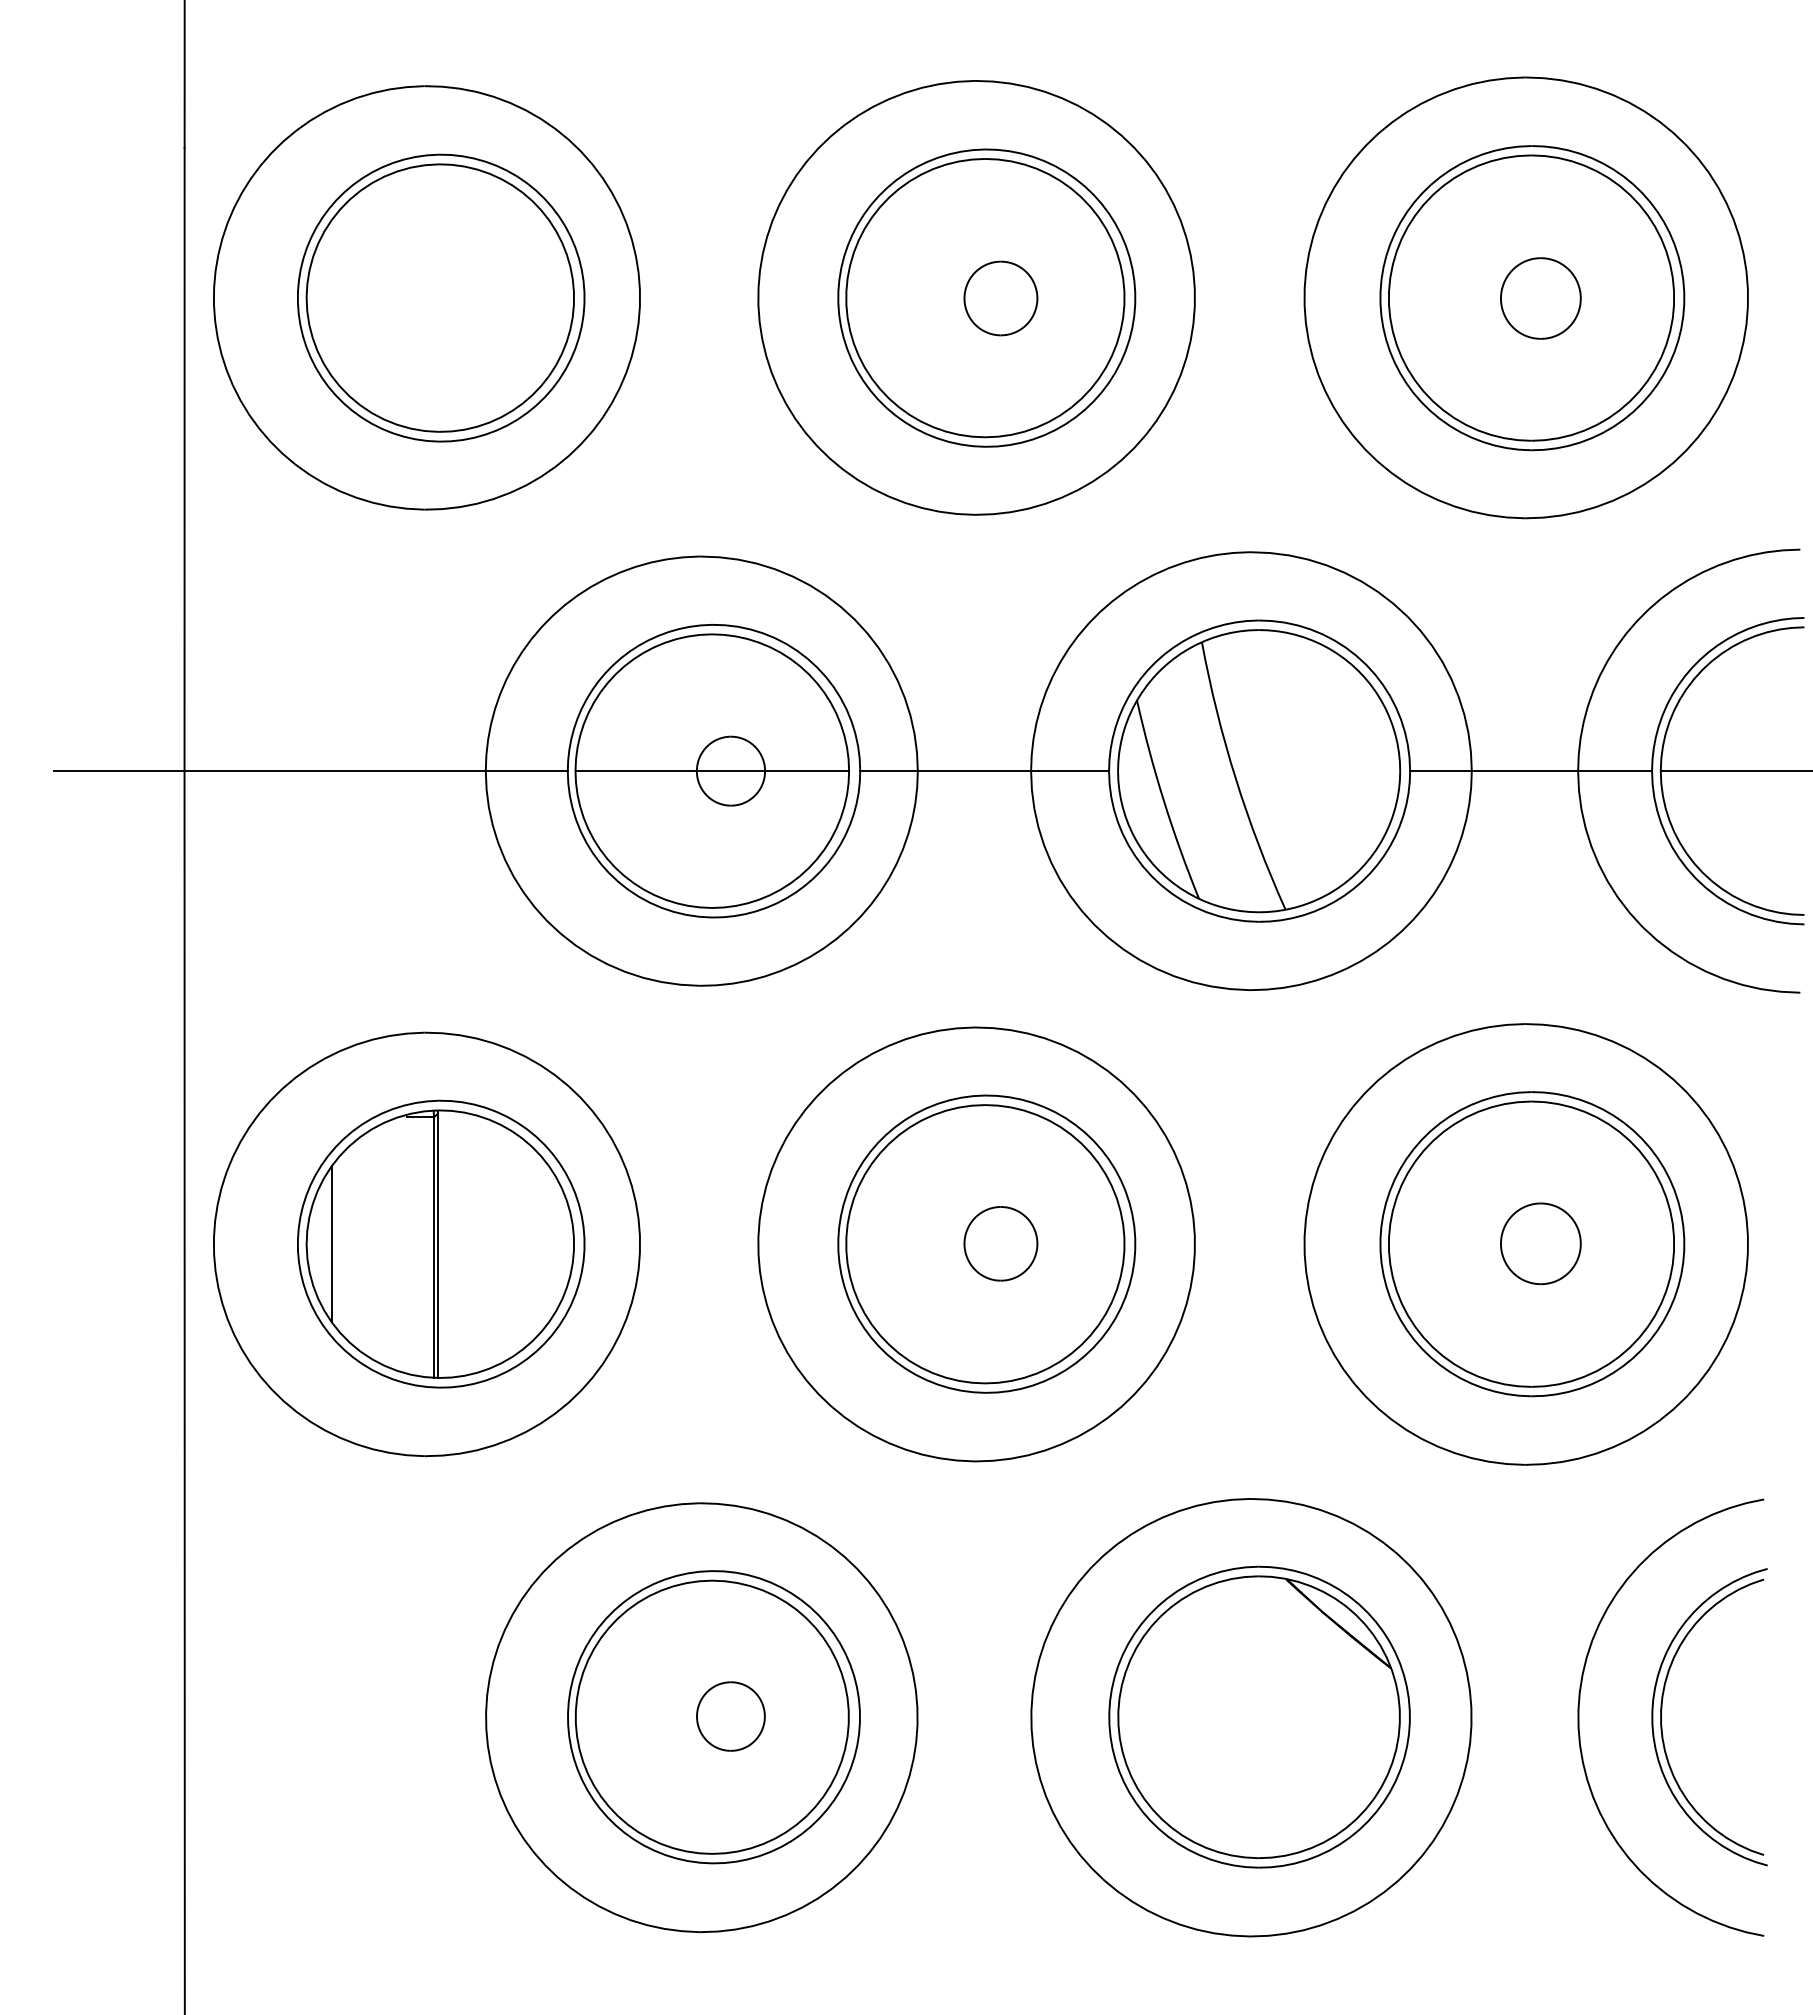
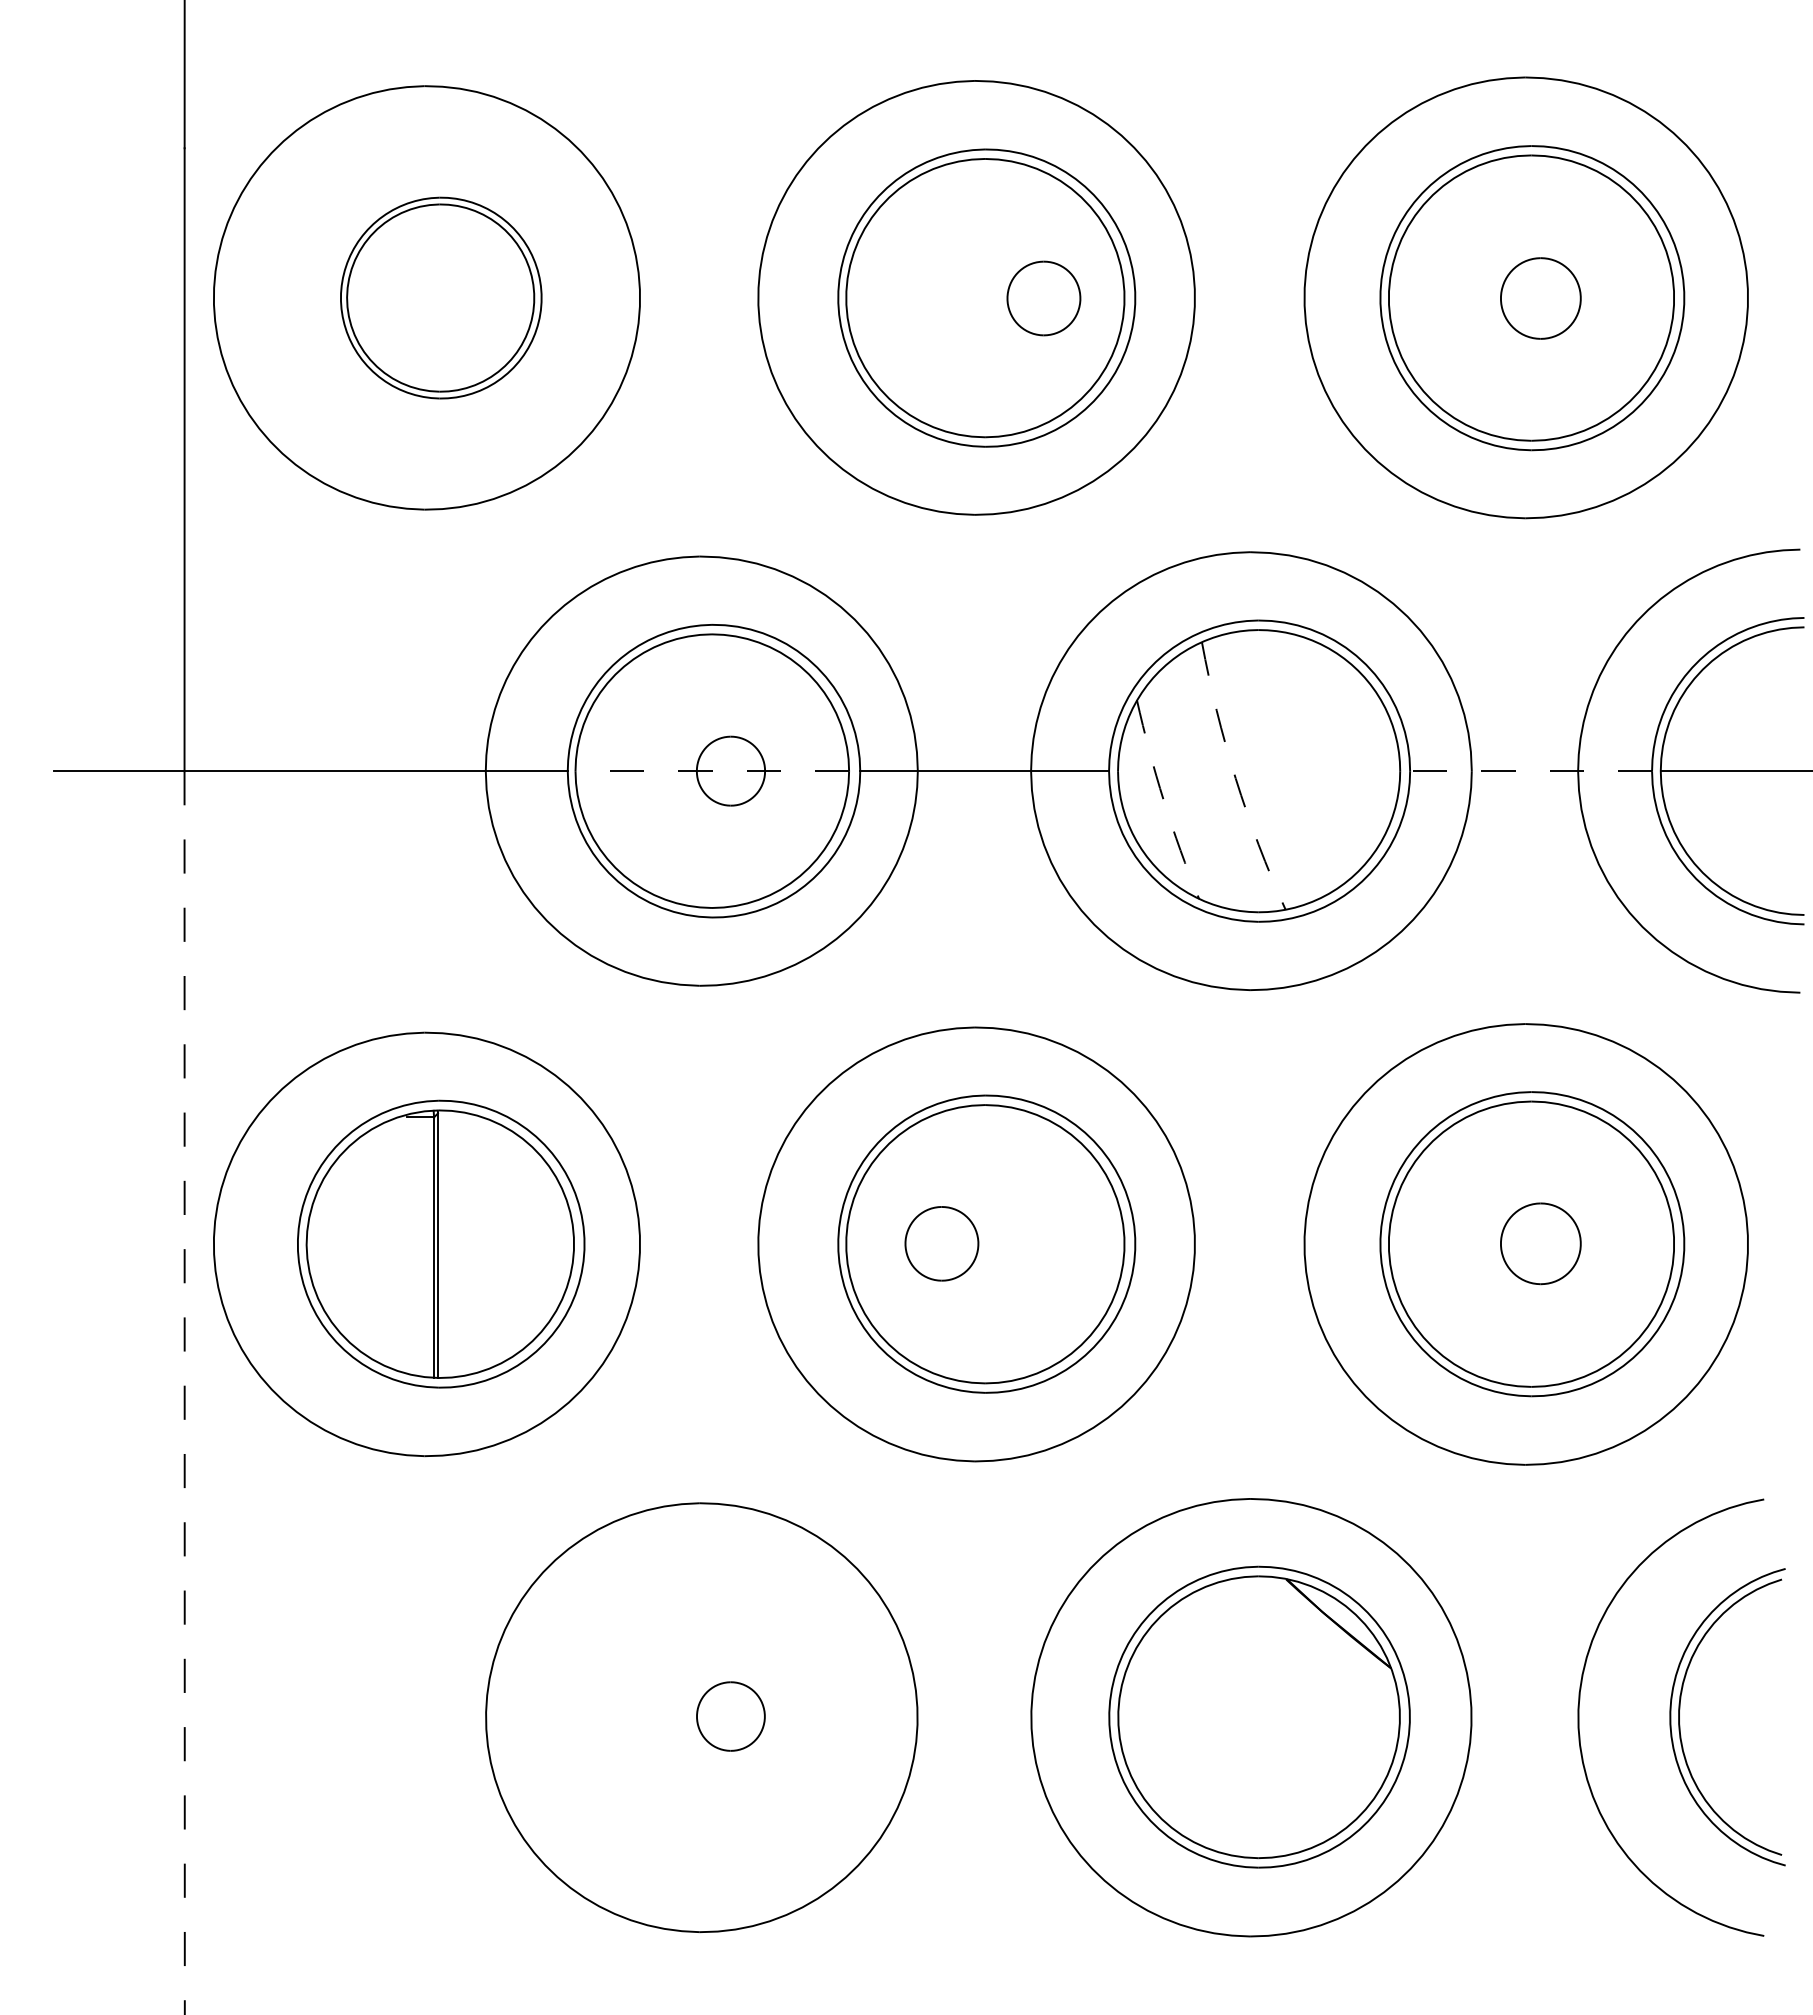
part at (441, 297) size: 289x290 px -> 203x204 px
part at (1000, 298) position: (1000, 298) -> (1043, 298)
line at (712, 771): solid -> dashed
line at (1531, 771): solid -> dashed
arc at (1235, 778): solid -> dashed
arc at (1163, 800): solid -> dashed
part at (1000, 1243) position: (1000, 1243) -> (941, 1243)
line at (331, 1244): present -> none
line at (184, 1392): solid -> dashed
part at (713, 1717): present -> none
part at (1662, 1724) position: (1662, 1724) -> (1680, 1724)
